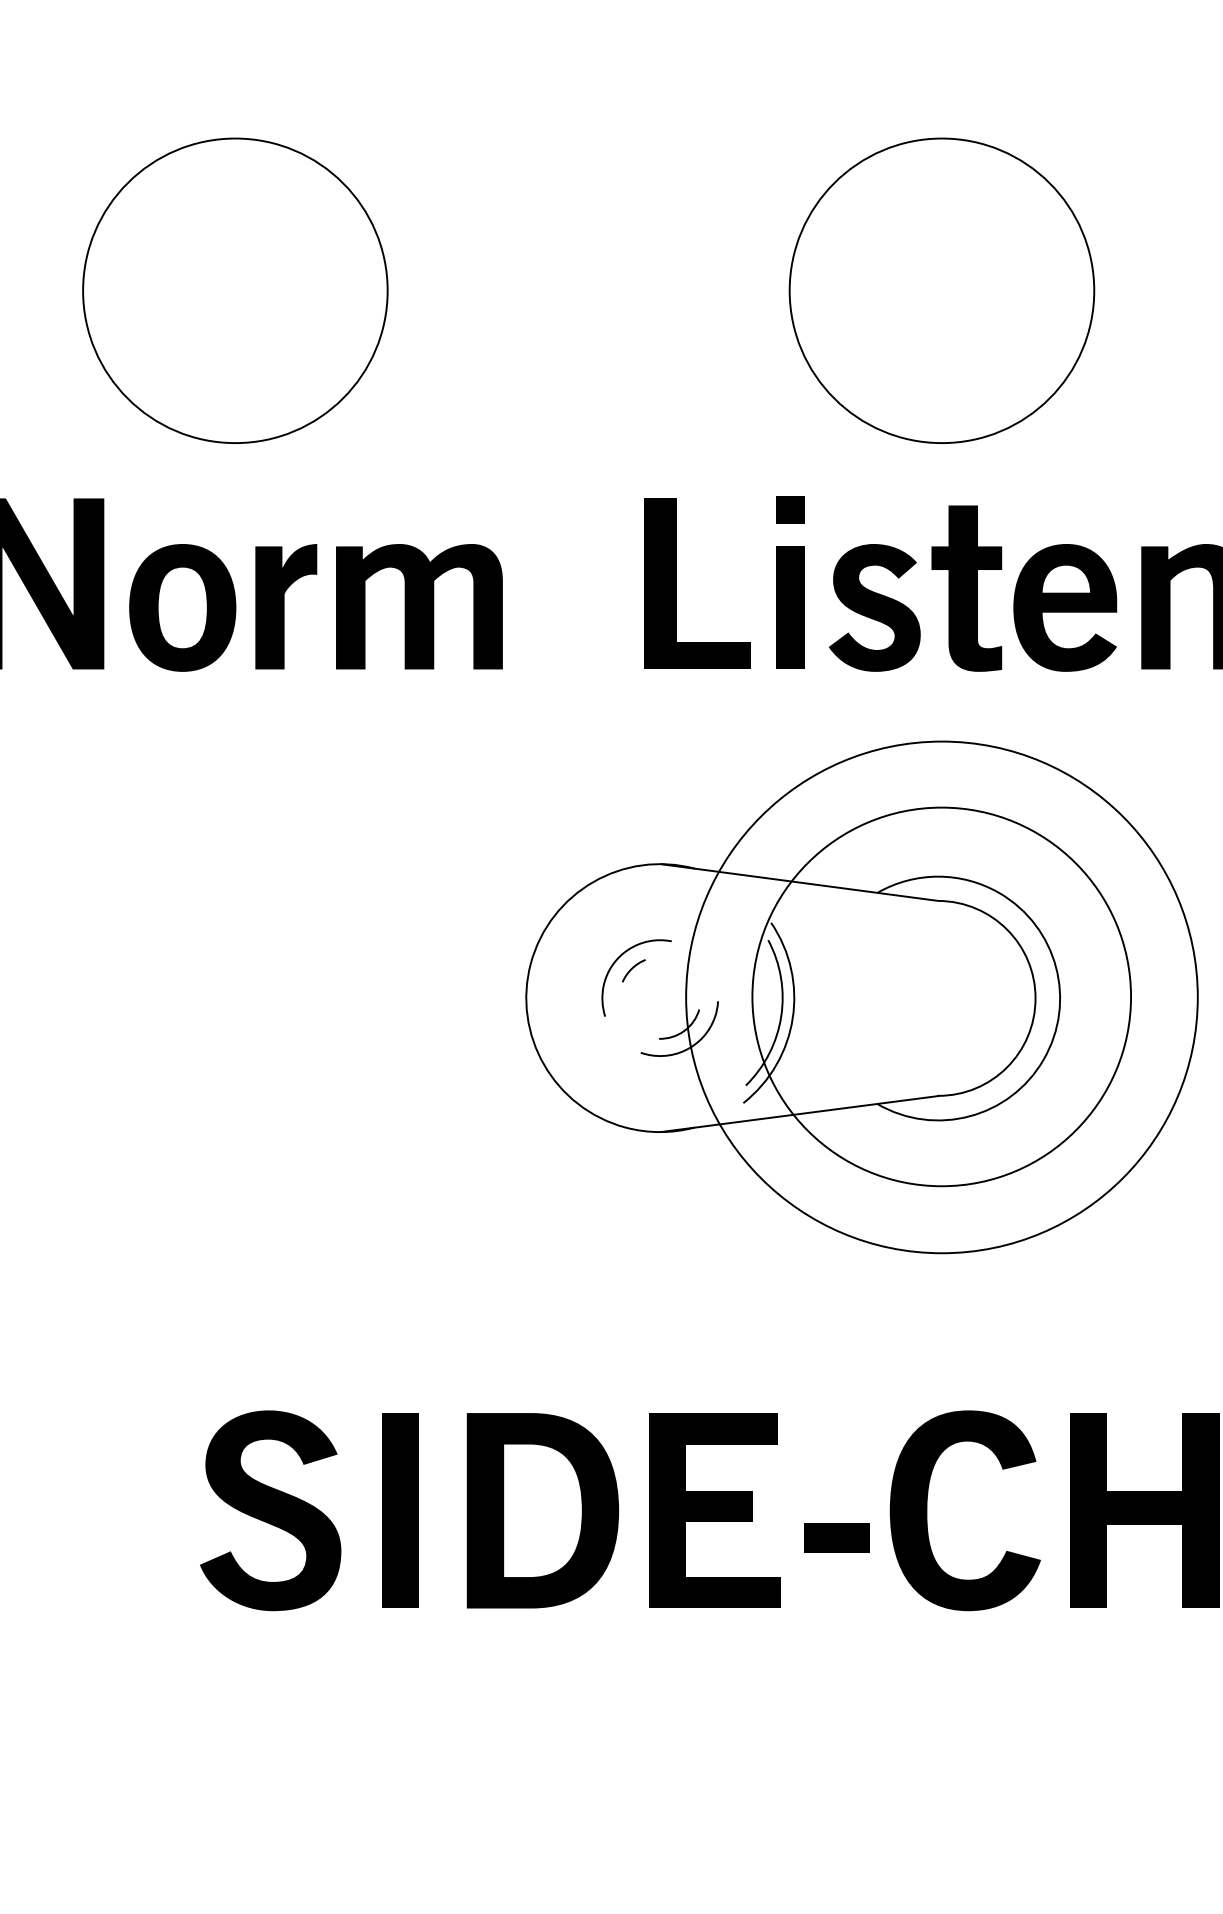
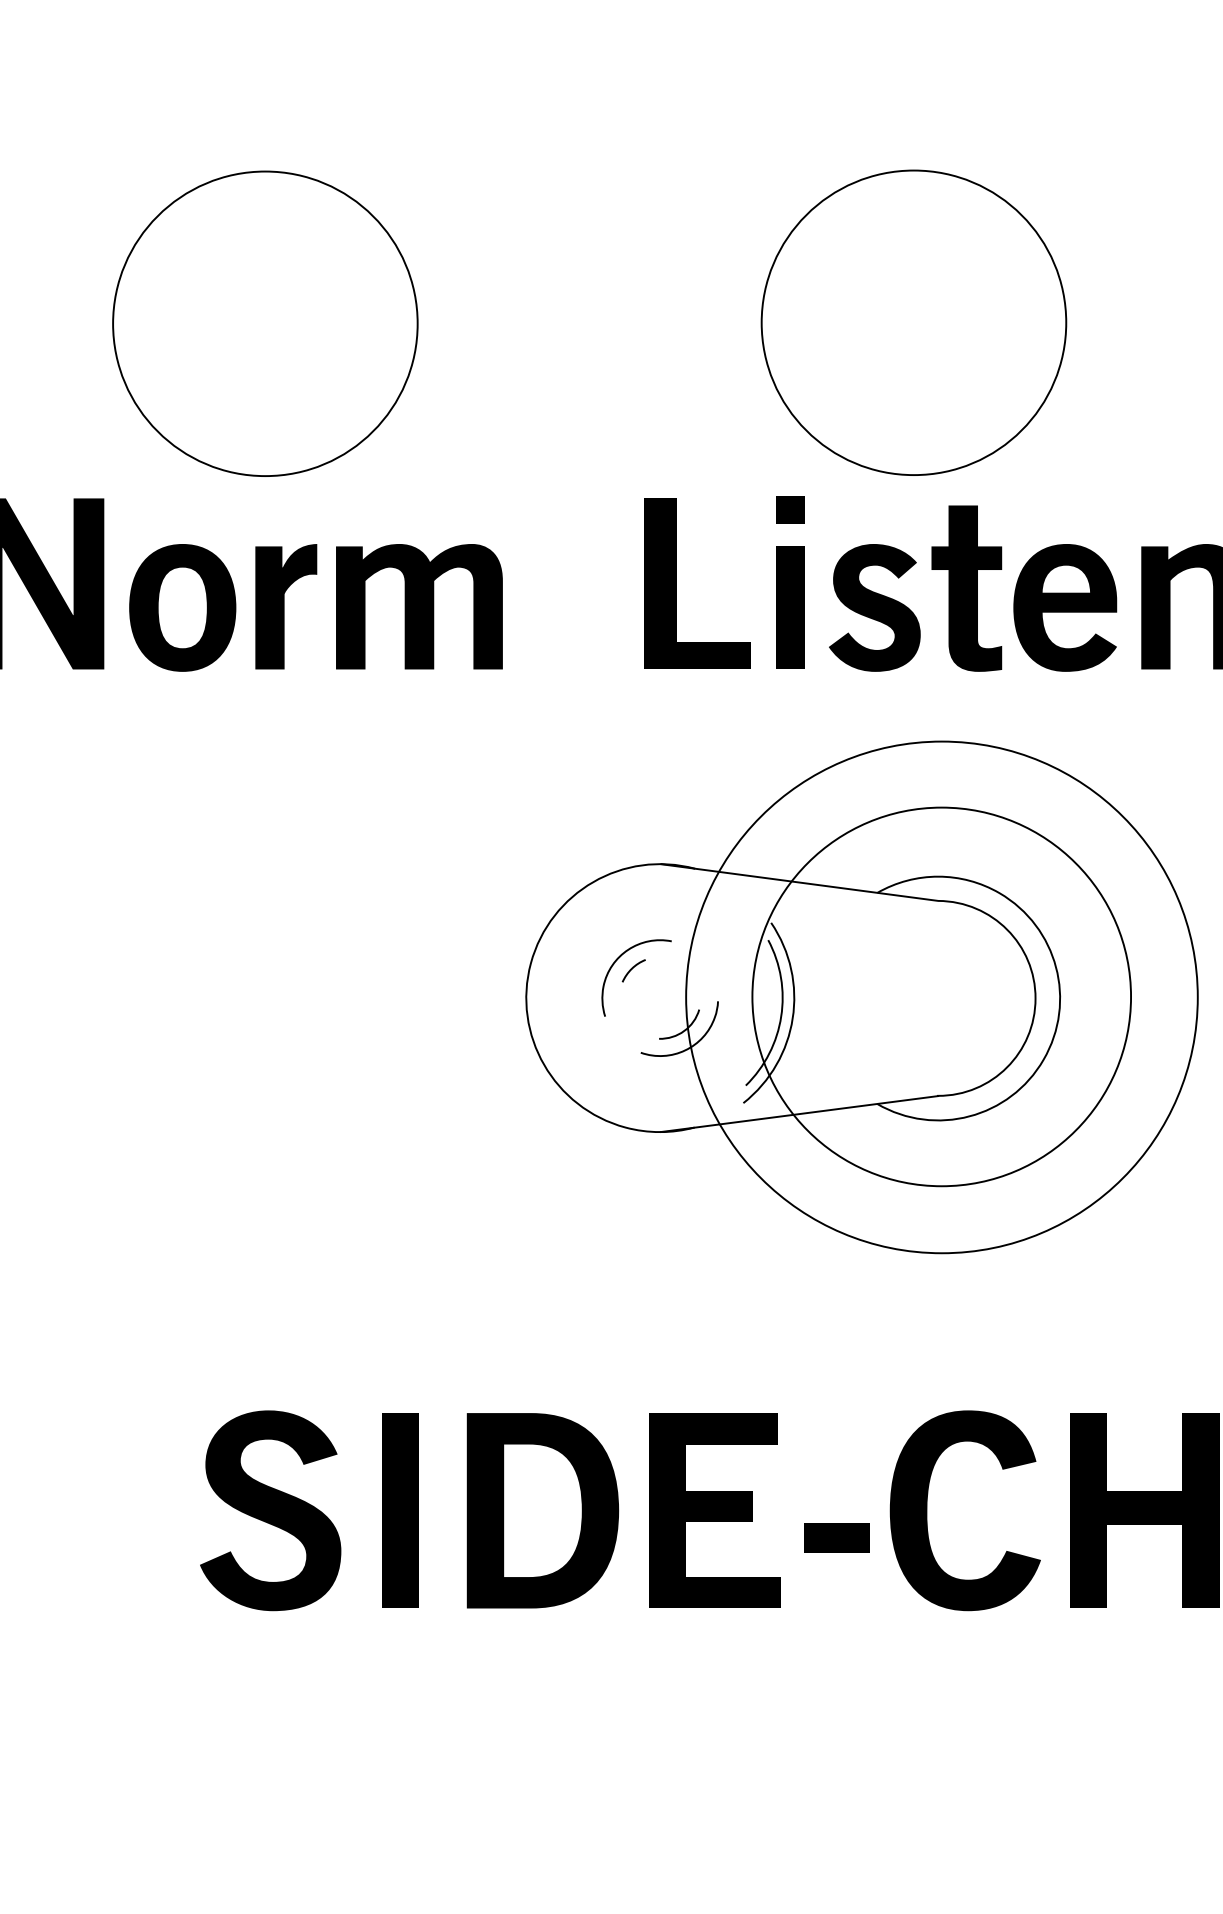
circle at (235, 290) position: (235, 290) -> (265, 323)
circle at (941, 290) position: (941, 290) -> (913, 322)
